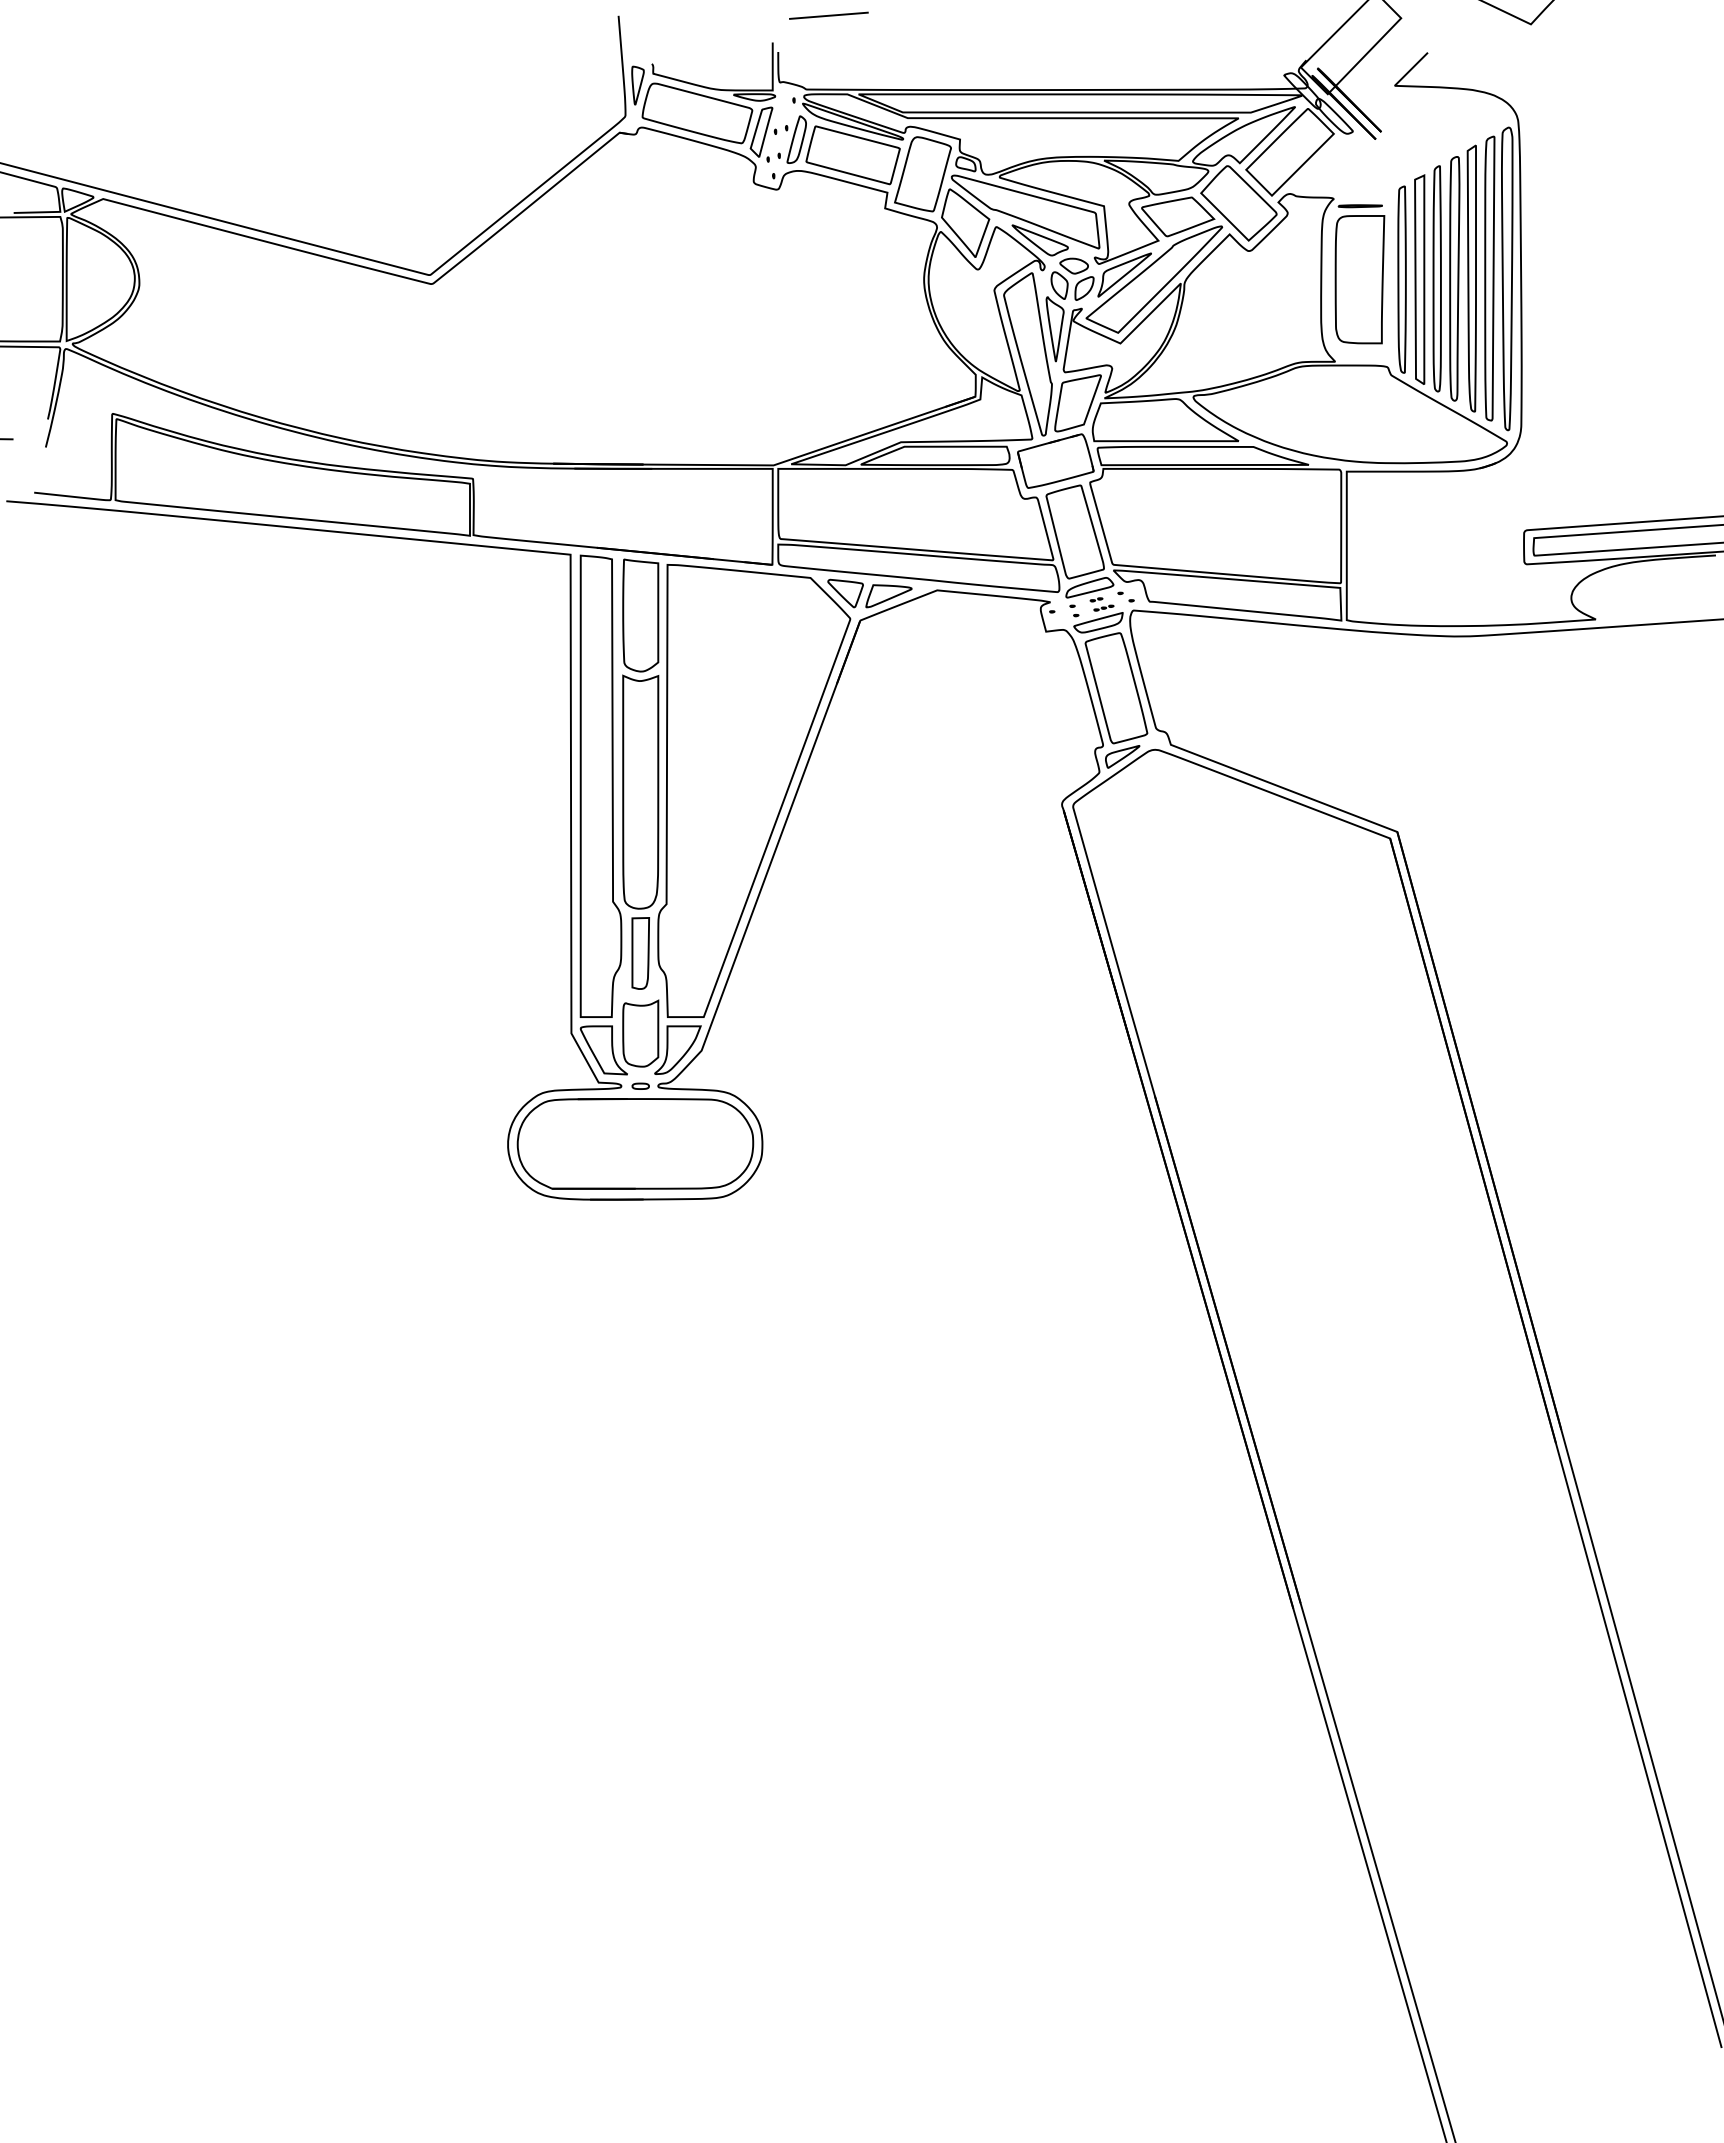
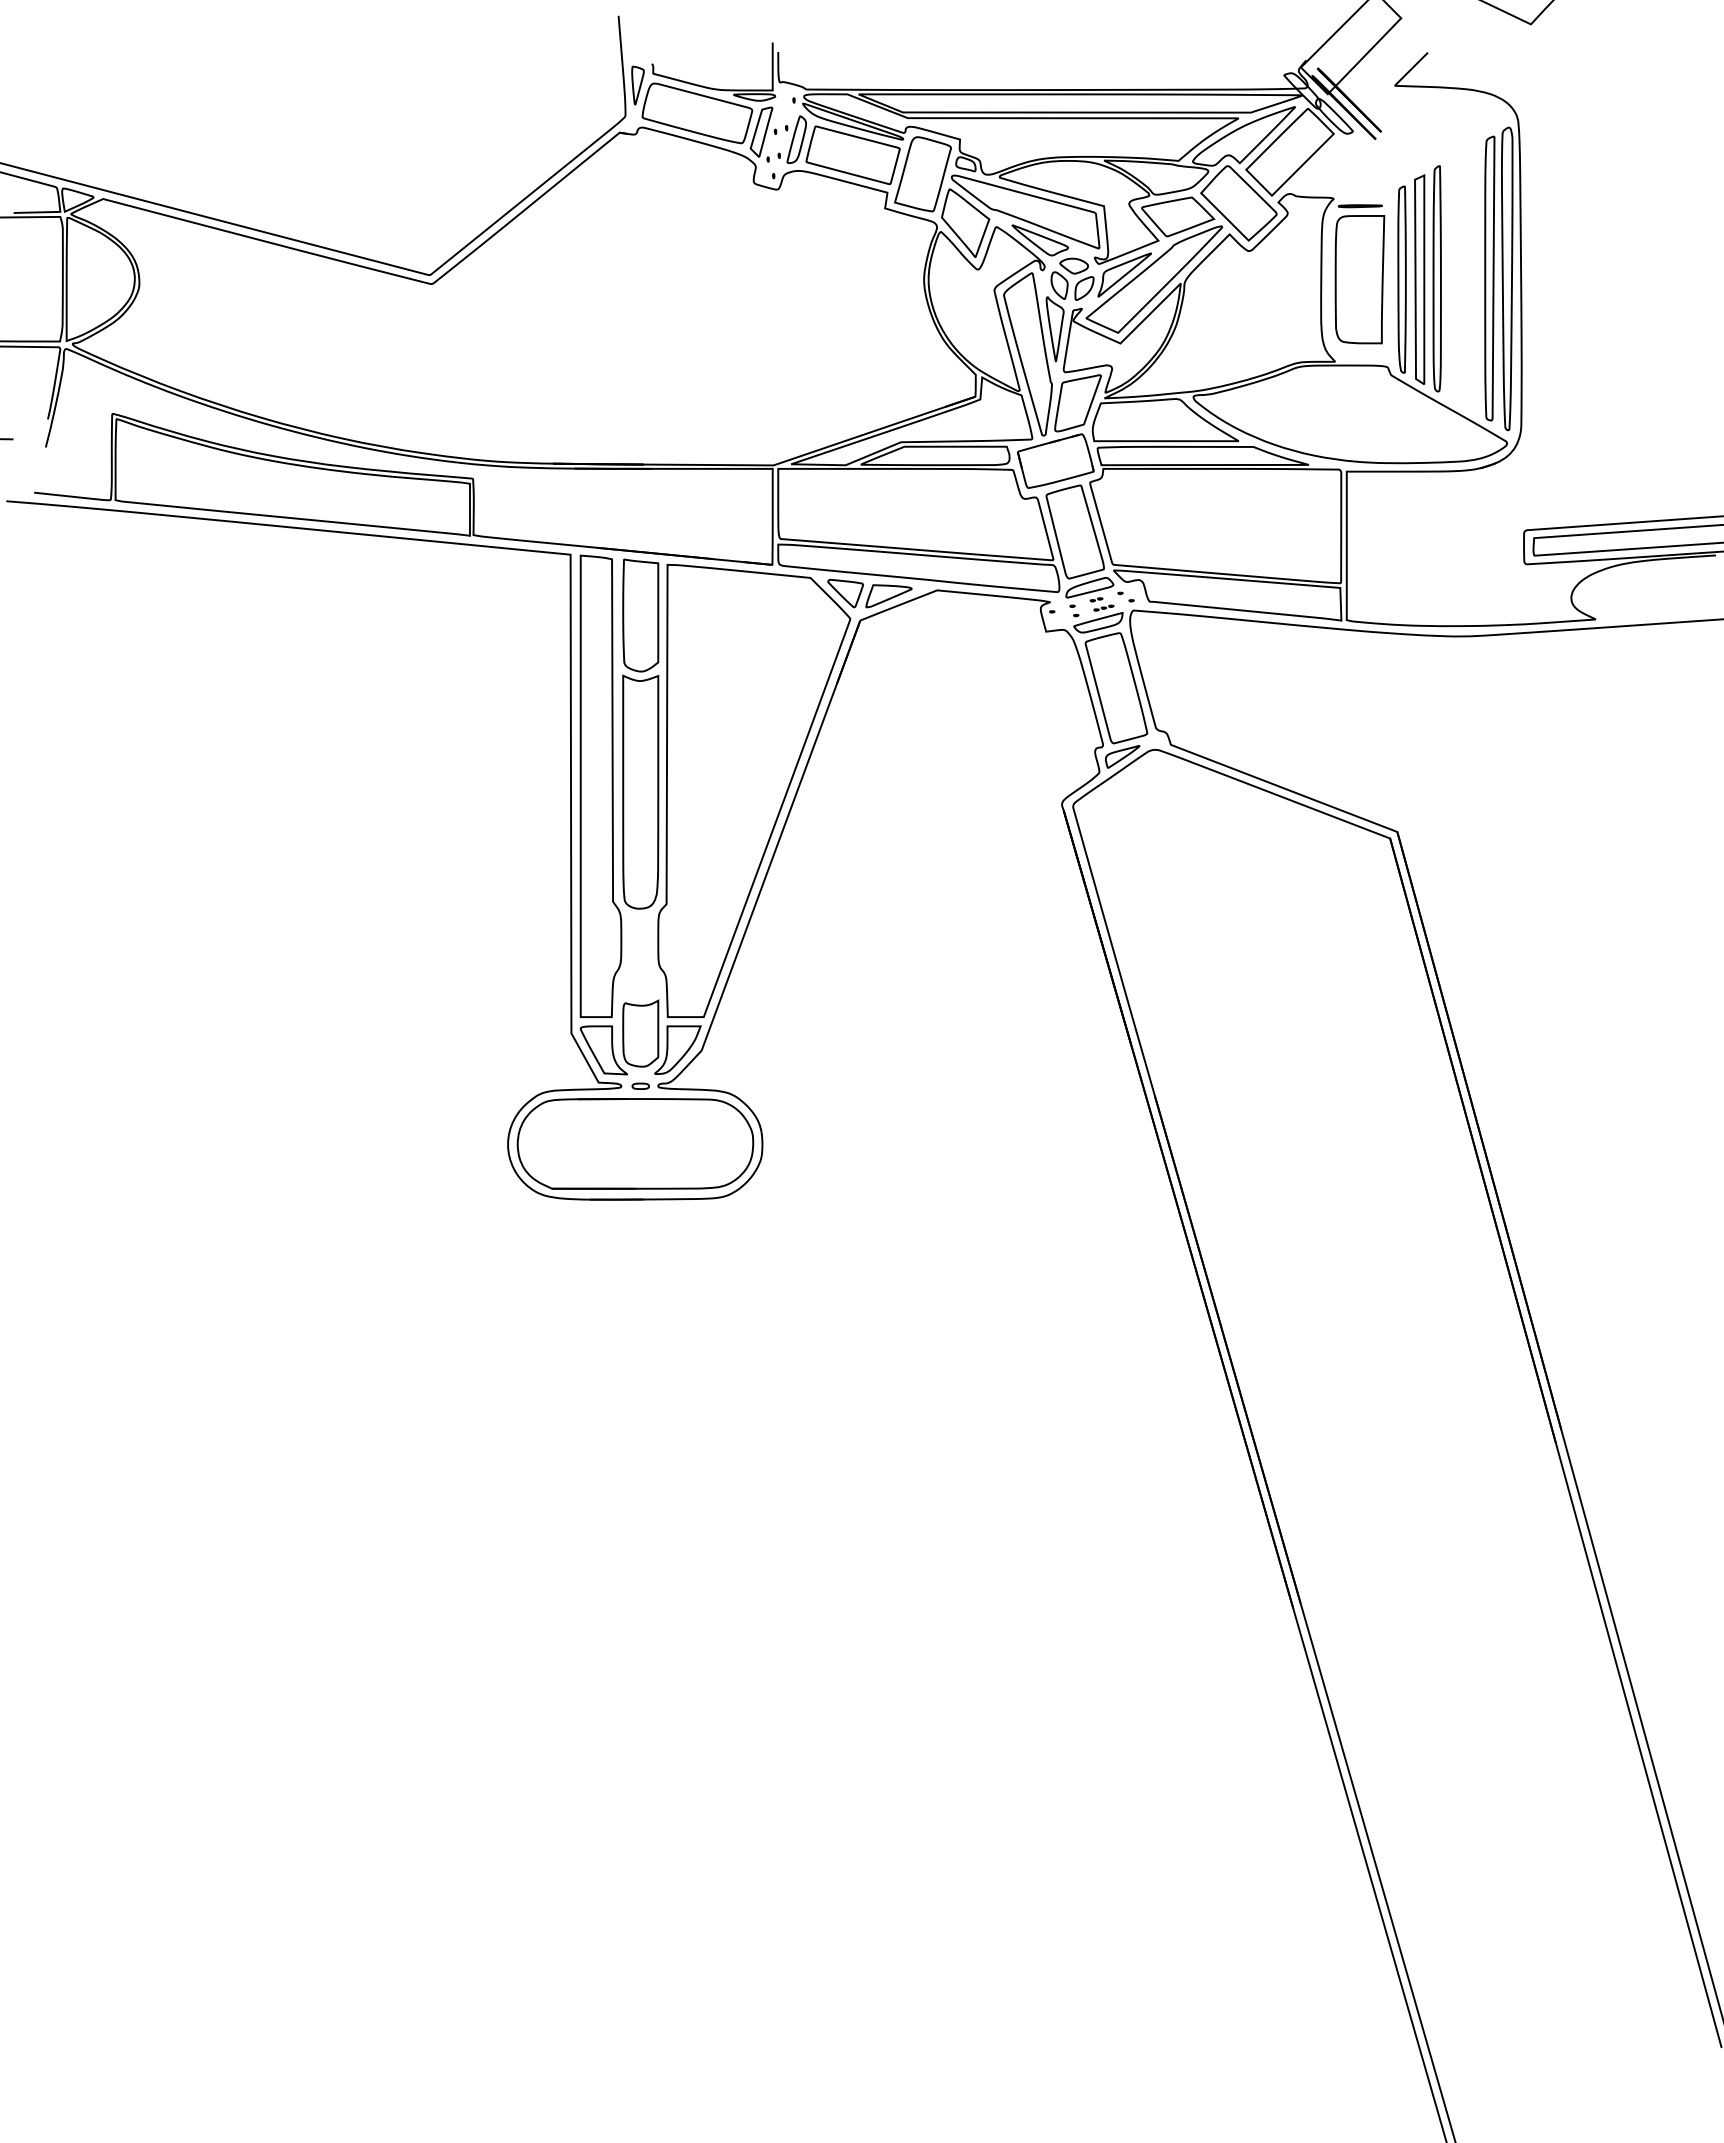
line at (828, 15): present -> none
part at (1462, 278): present -> none
part at (640, 953): present -> none
